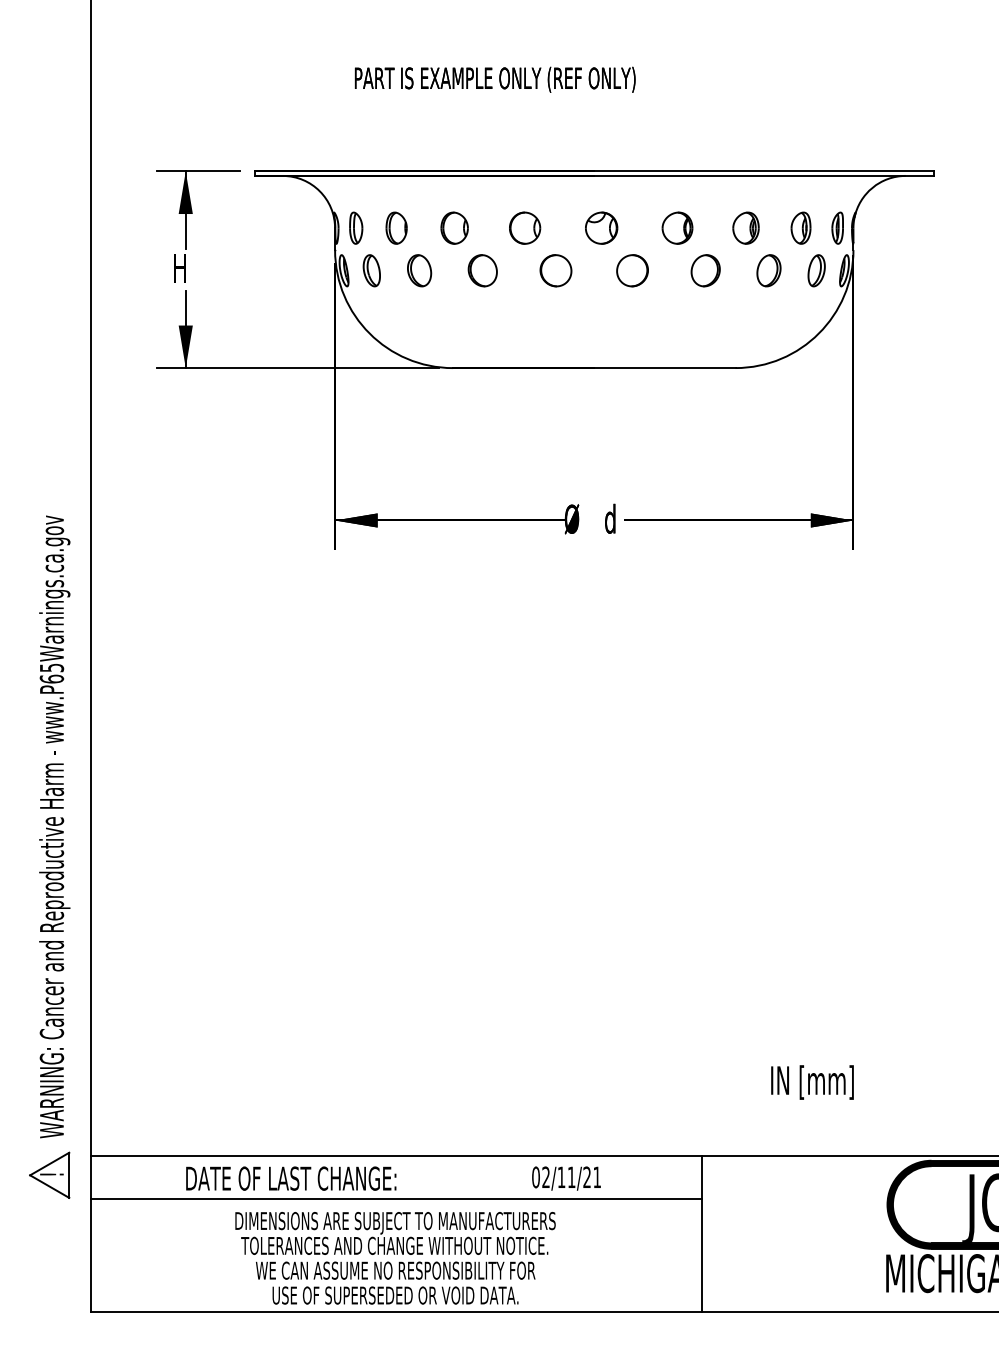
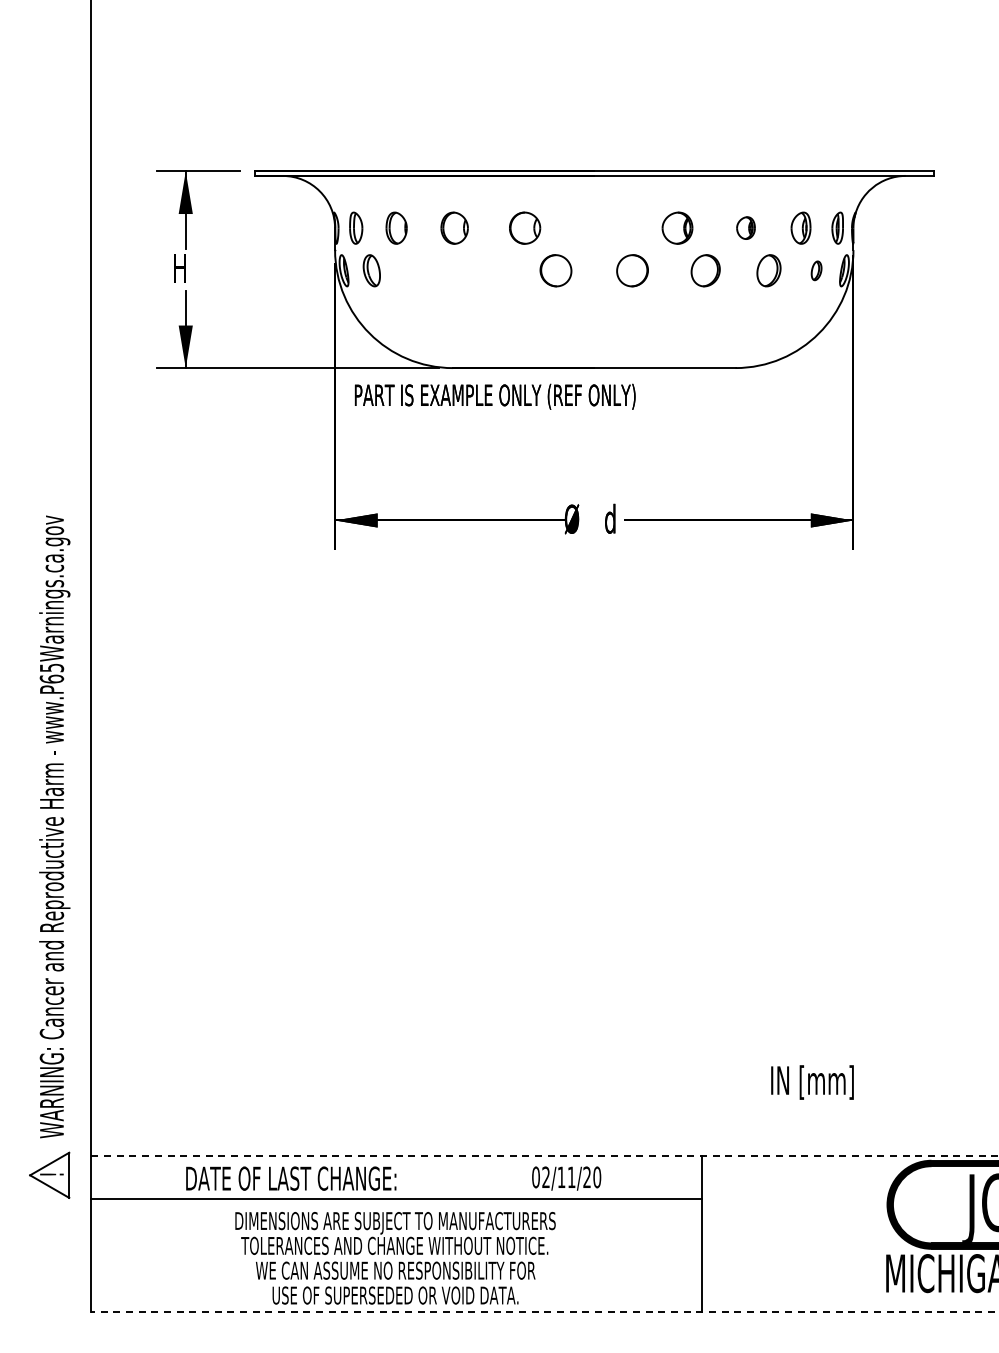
text at (494, 79) position: (494, 79) -> (494, 396)
part at (601, 227): present -> none
part at (745, 227) size: 28x34 px -> 20x24 px
part at (419, 270): present -> none
part at (482, 270): present -> none
part at (816, 270) size: 19x34 px -> 13x22 px
line at (545, 1156): solid -> dashed
text at (597, 1177): 02/11/21 -> 02/11/20
line at (545, 1312): solid -> dashed
